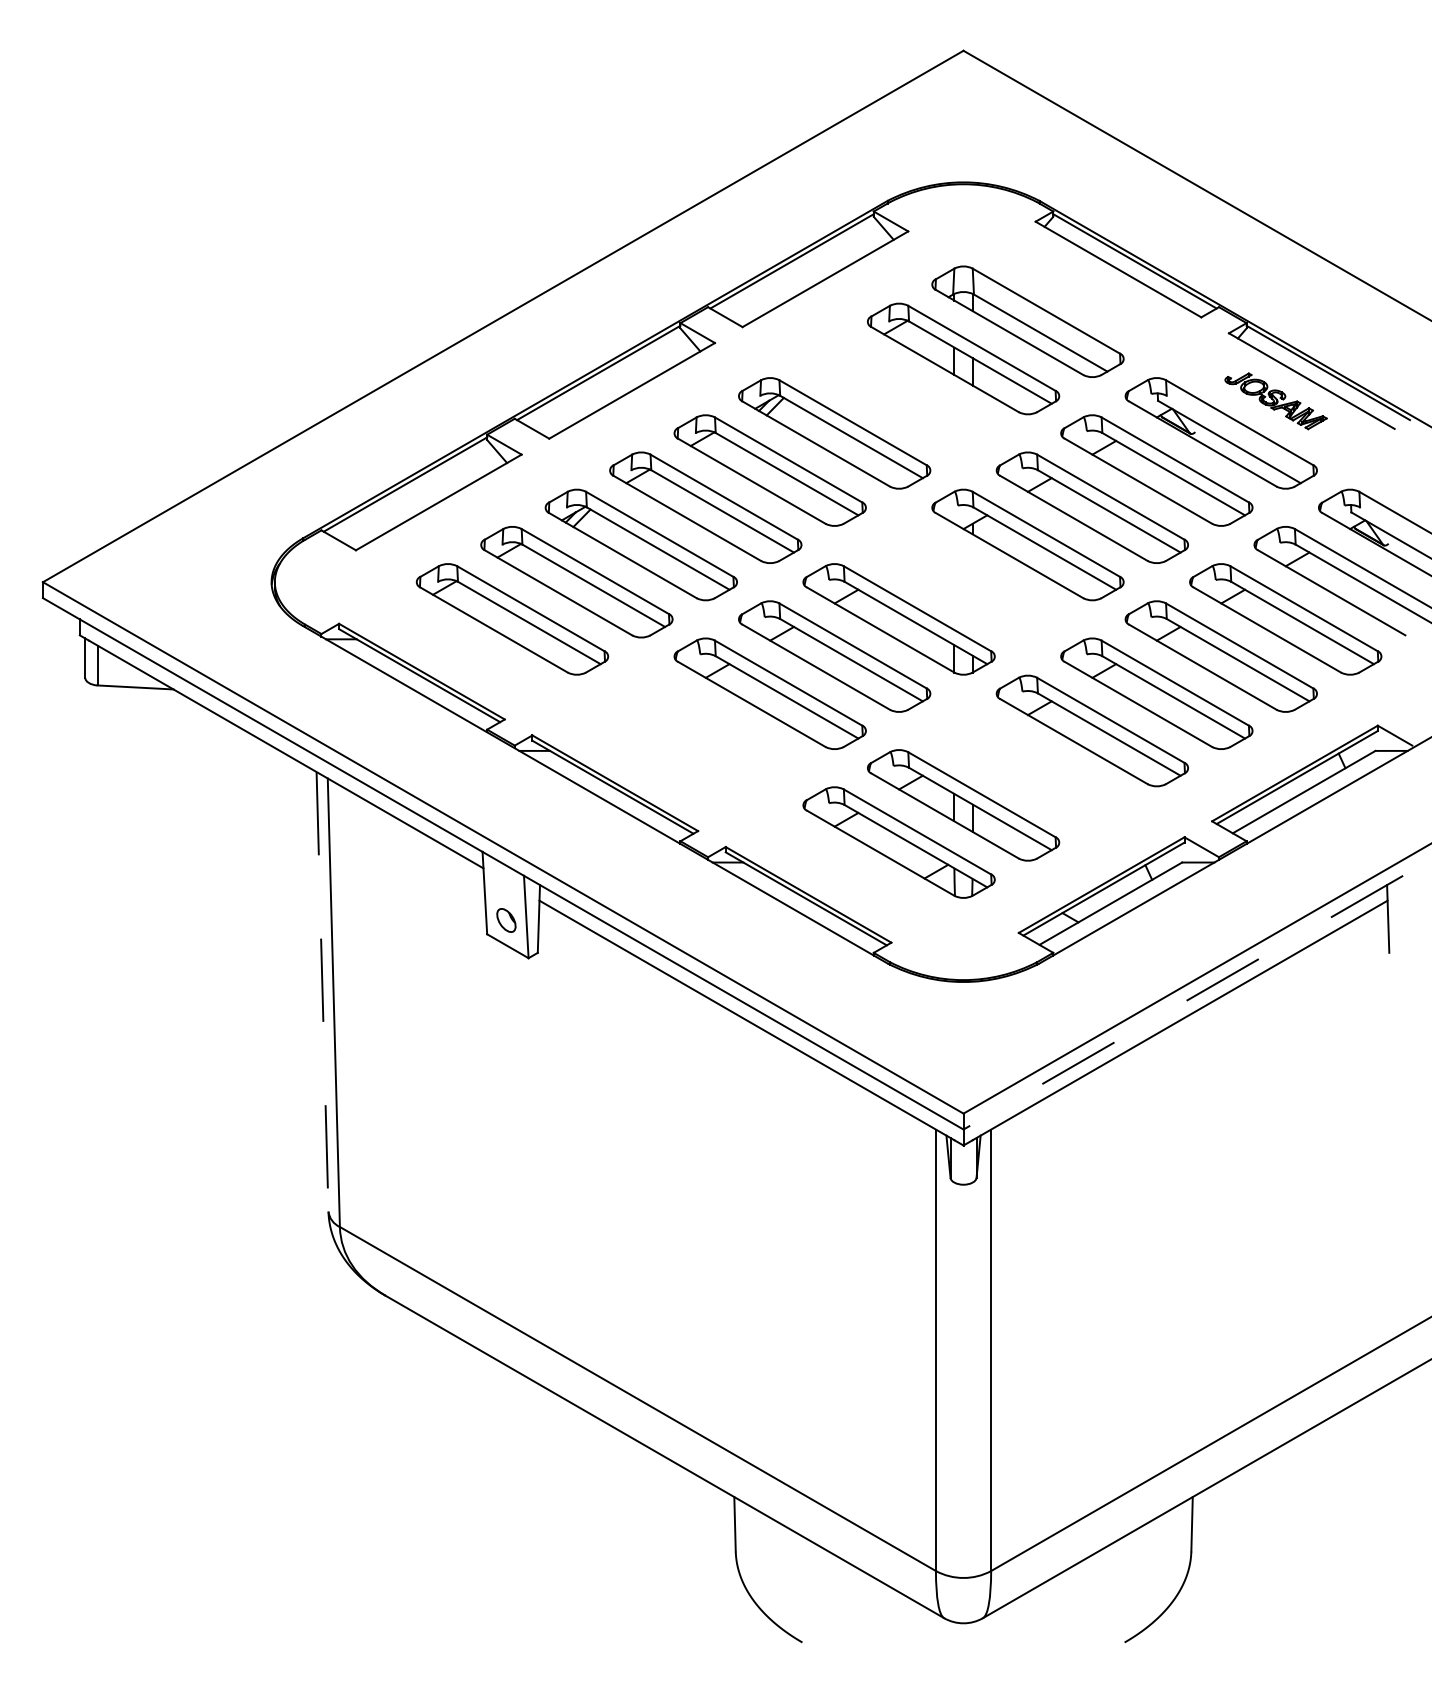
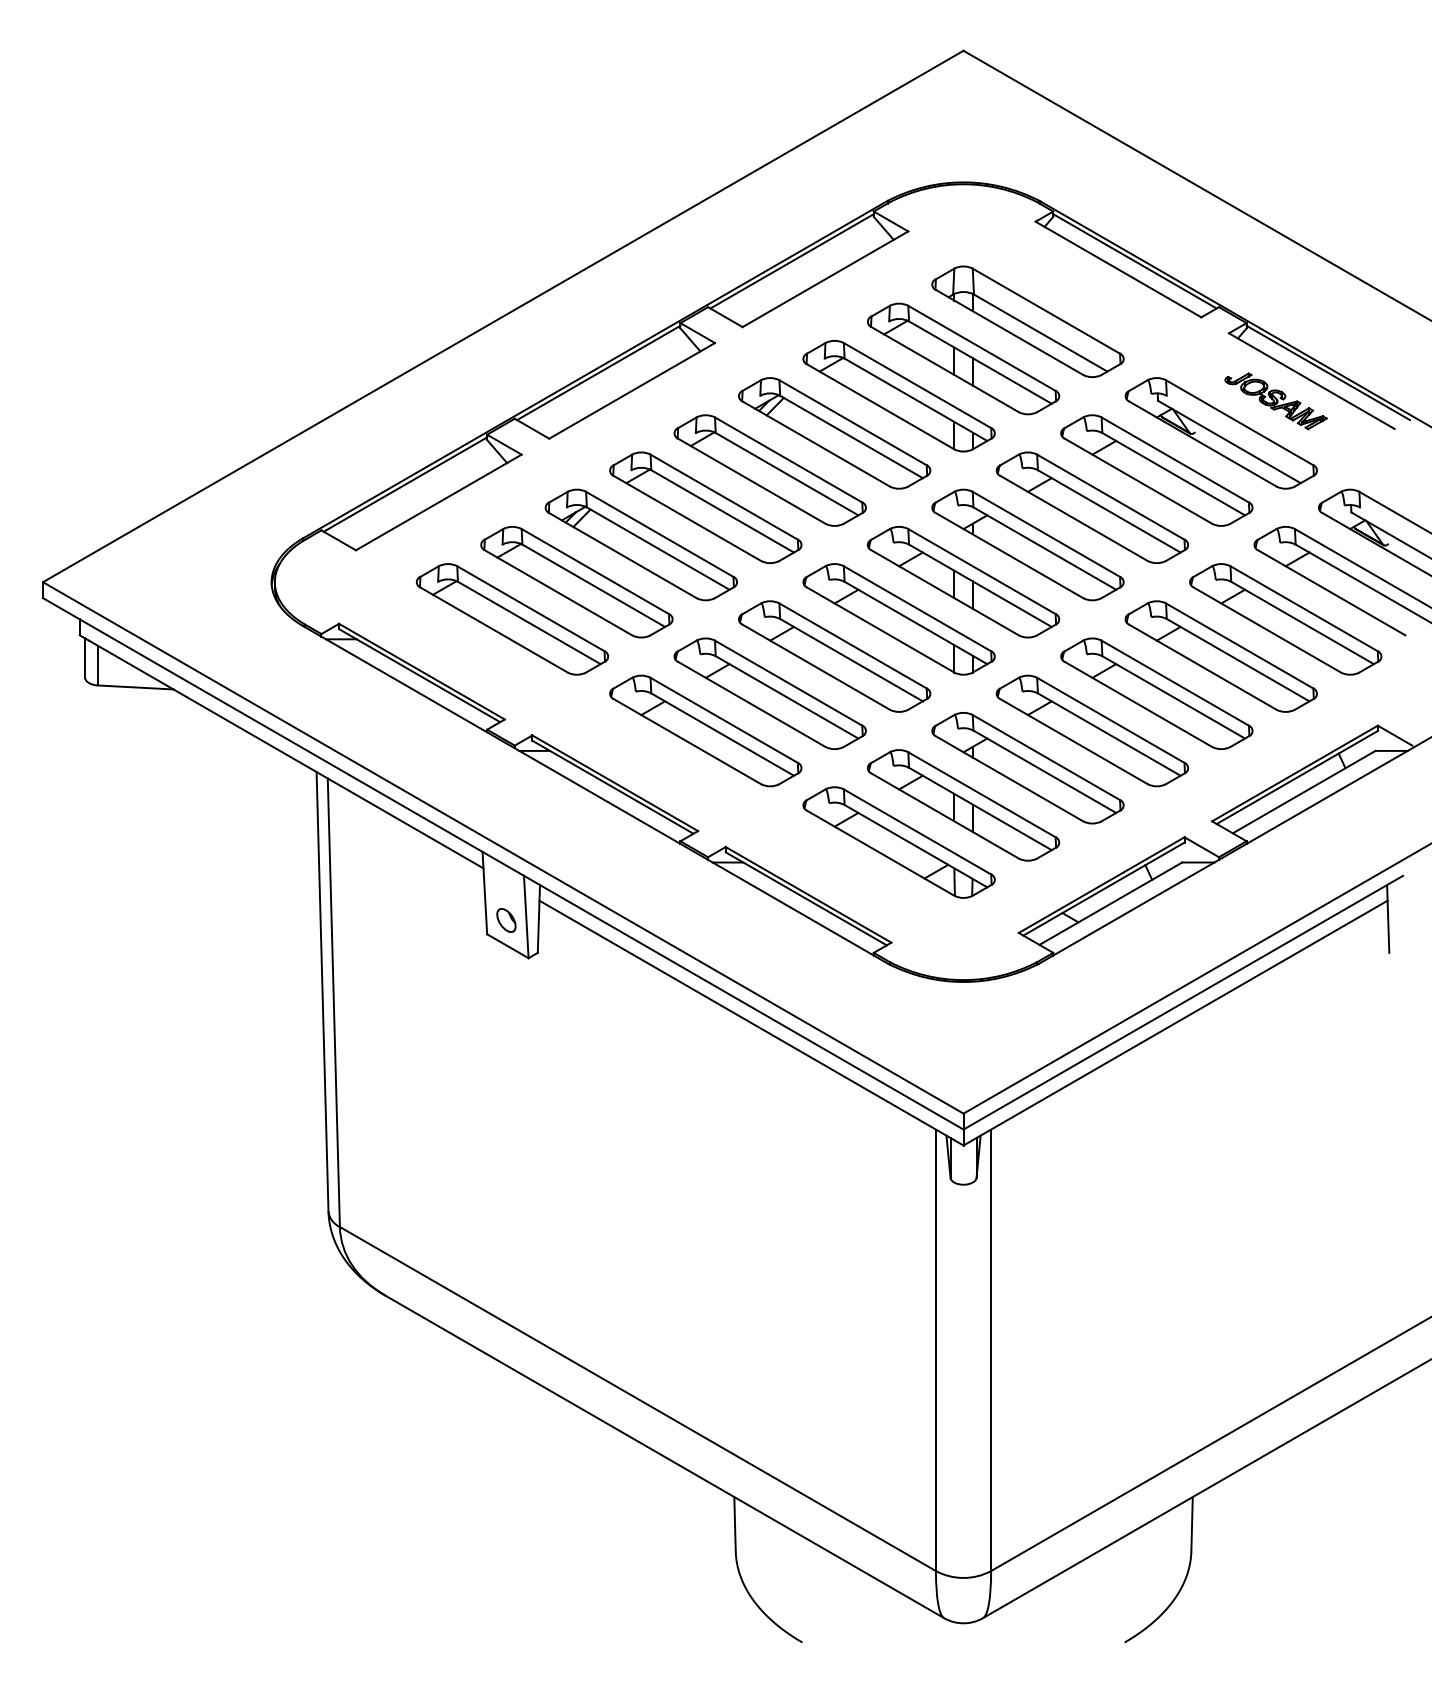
part at (898, 396): none -> present
part at (963, 582): none -> present
part at (705, 730): none -> present
part at (1027, 768): none -> present
line at (322, 991): dashed -> solid
line at (1183, 1002): dashed -> solid
